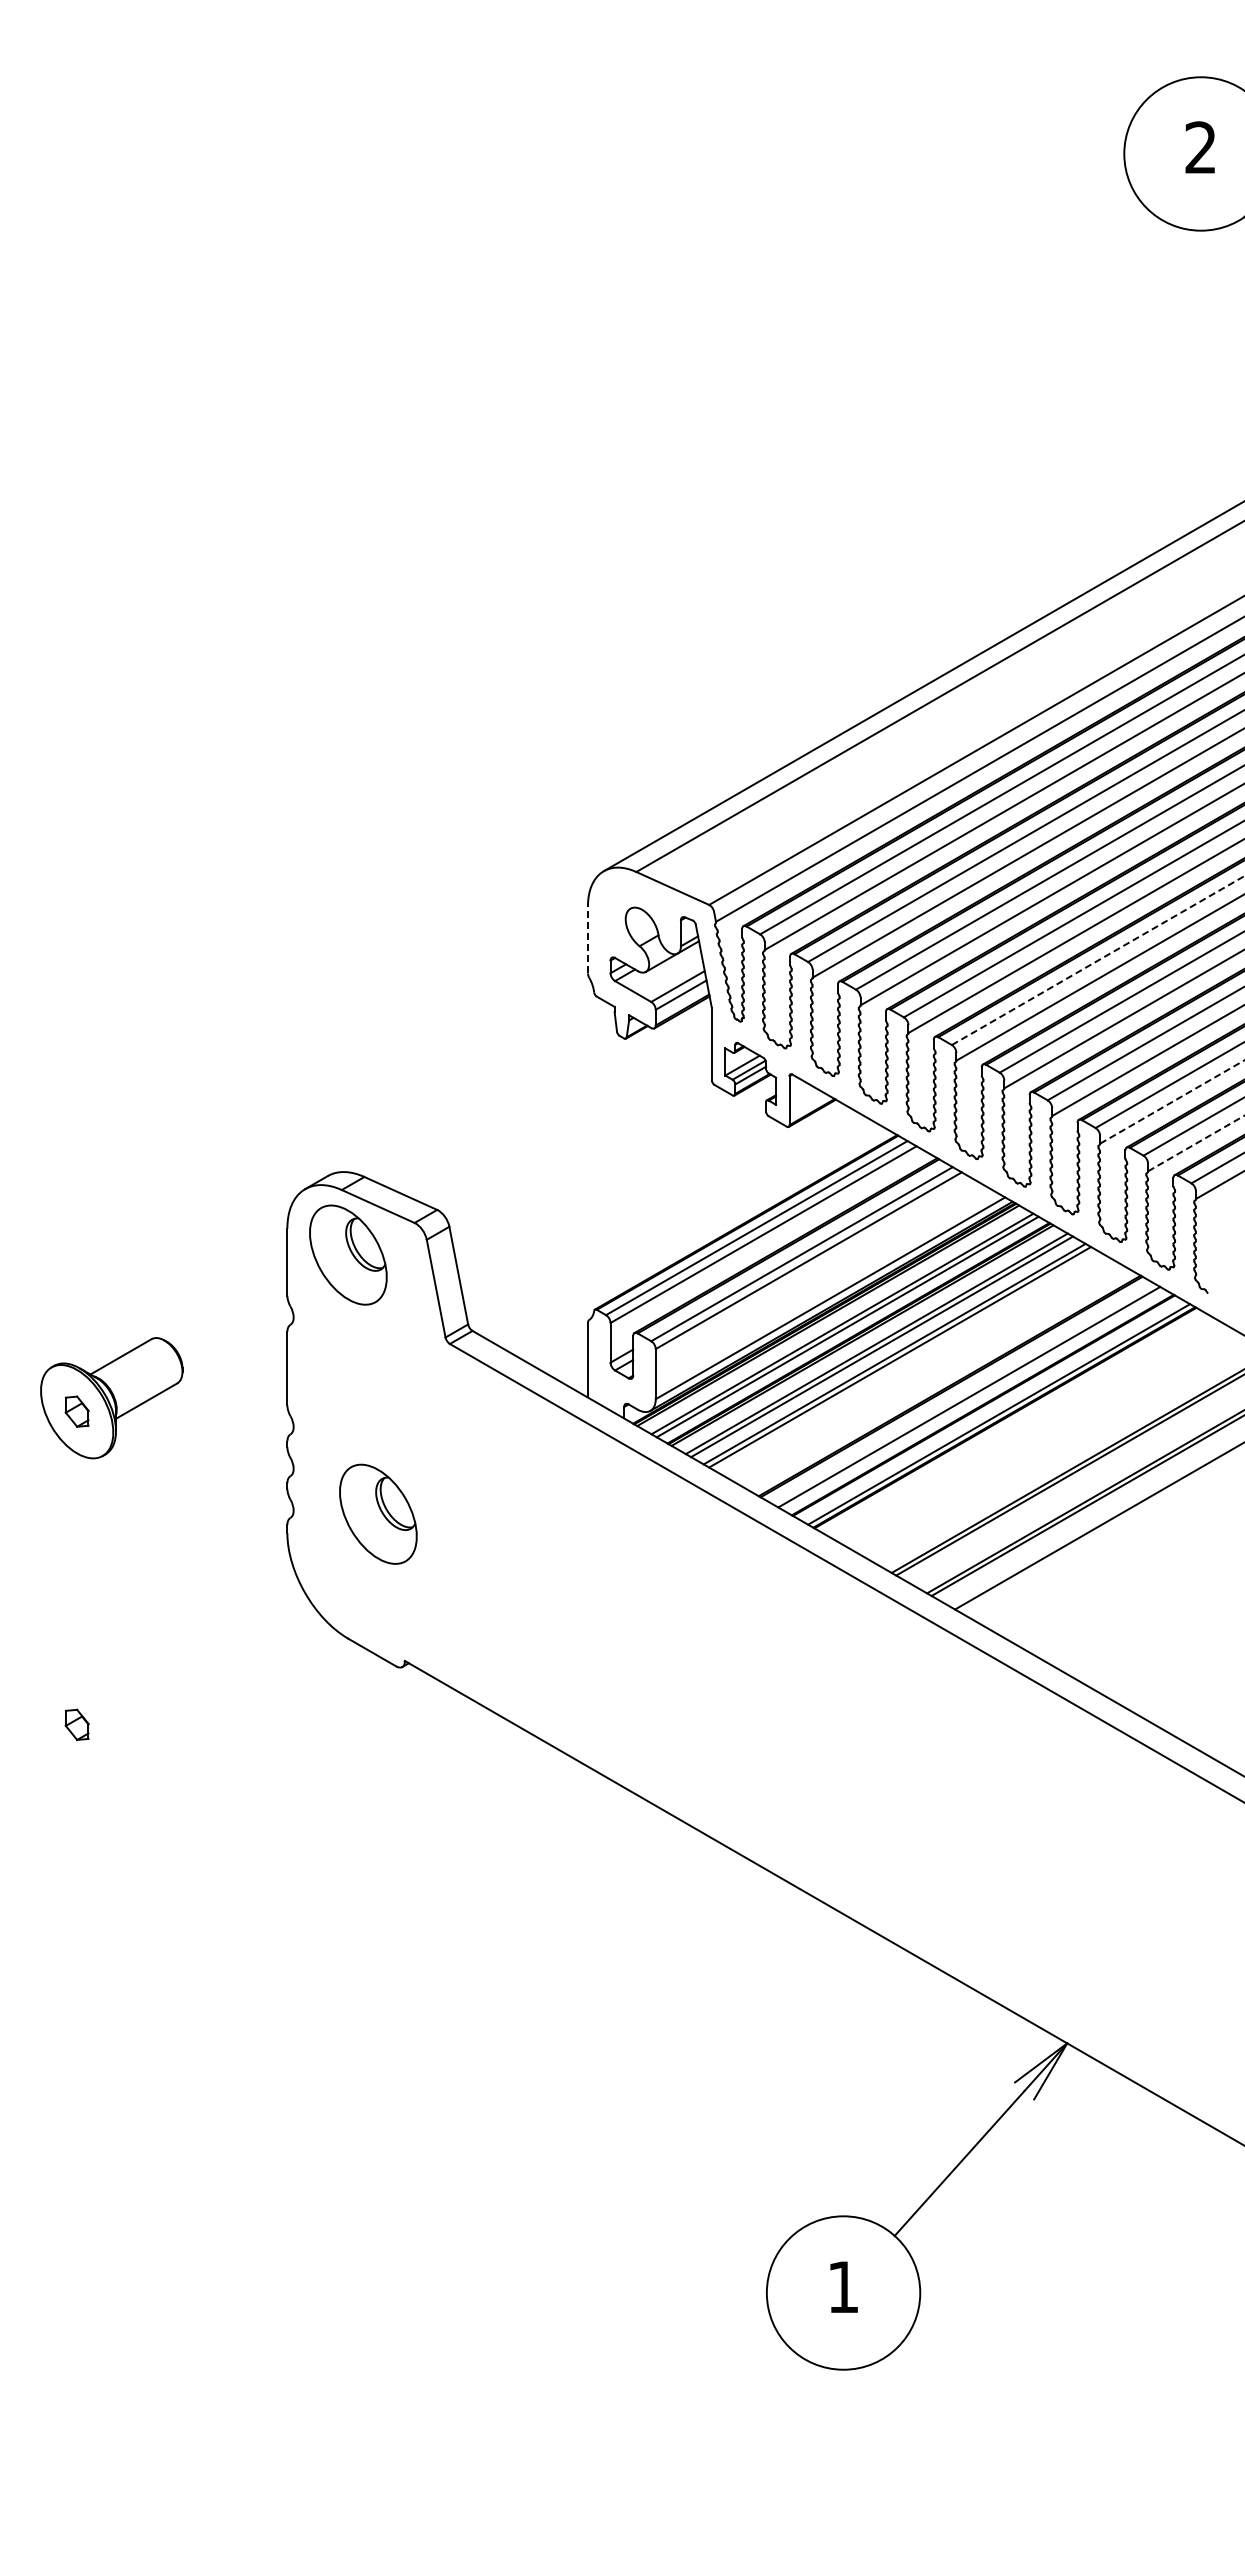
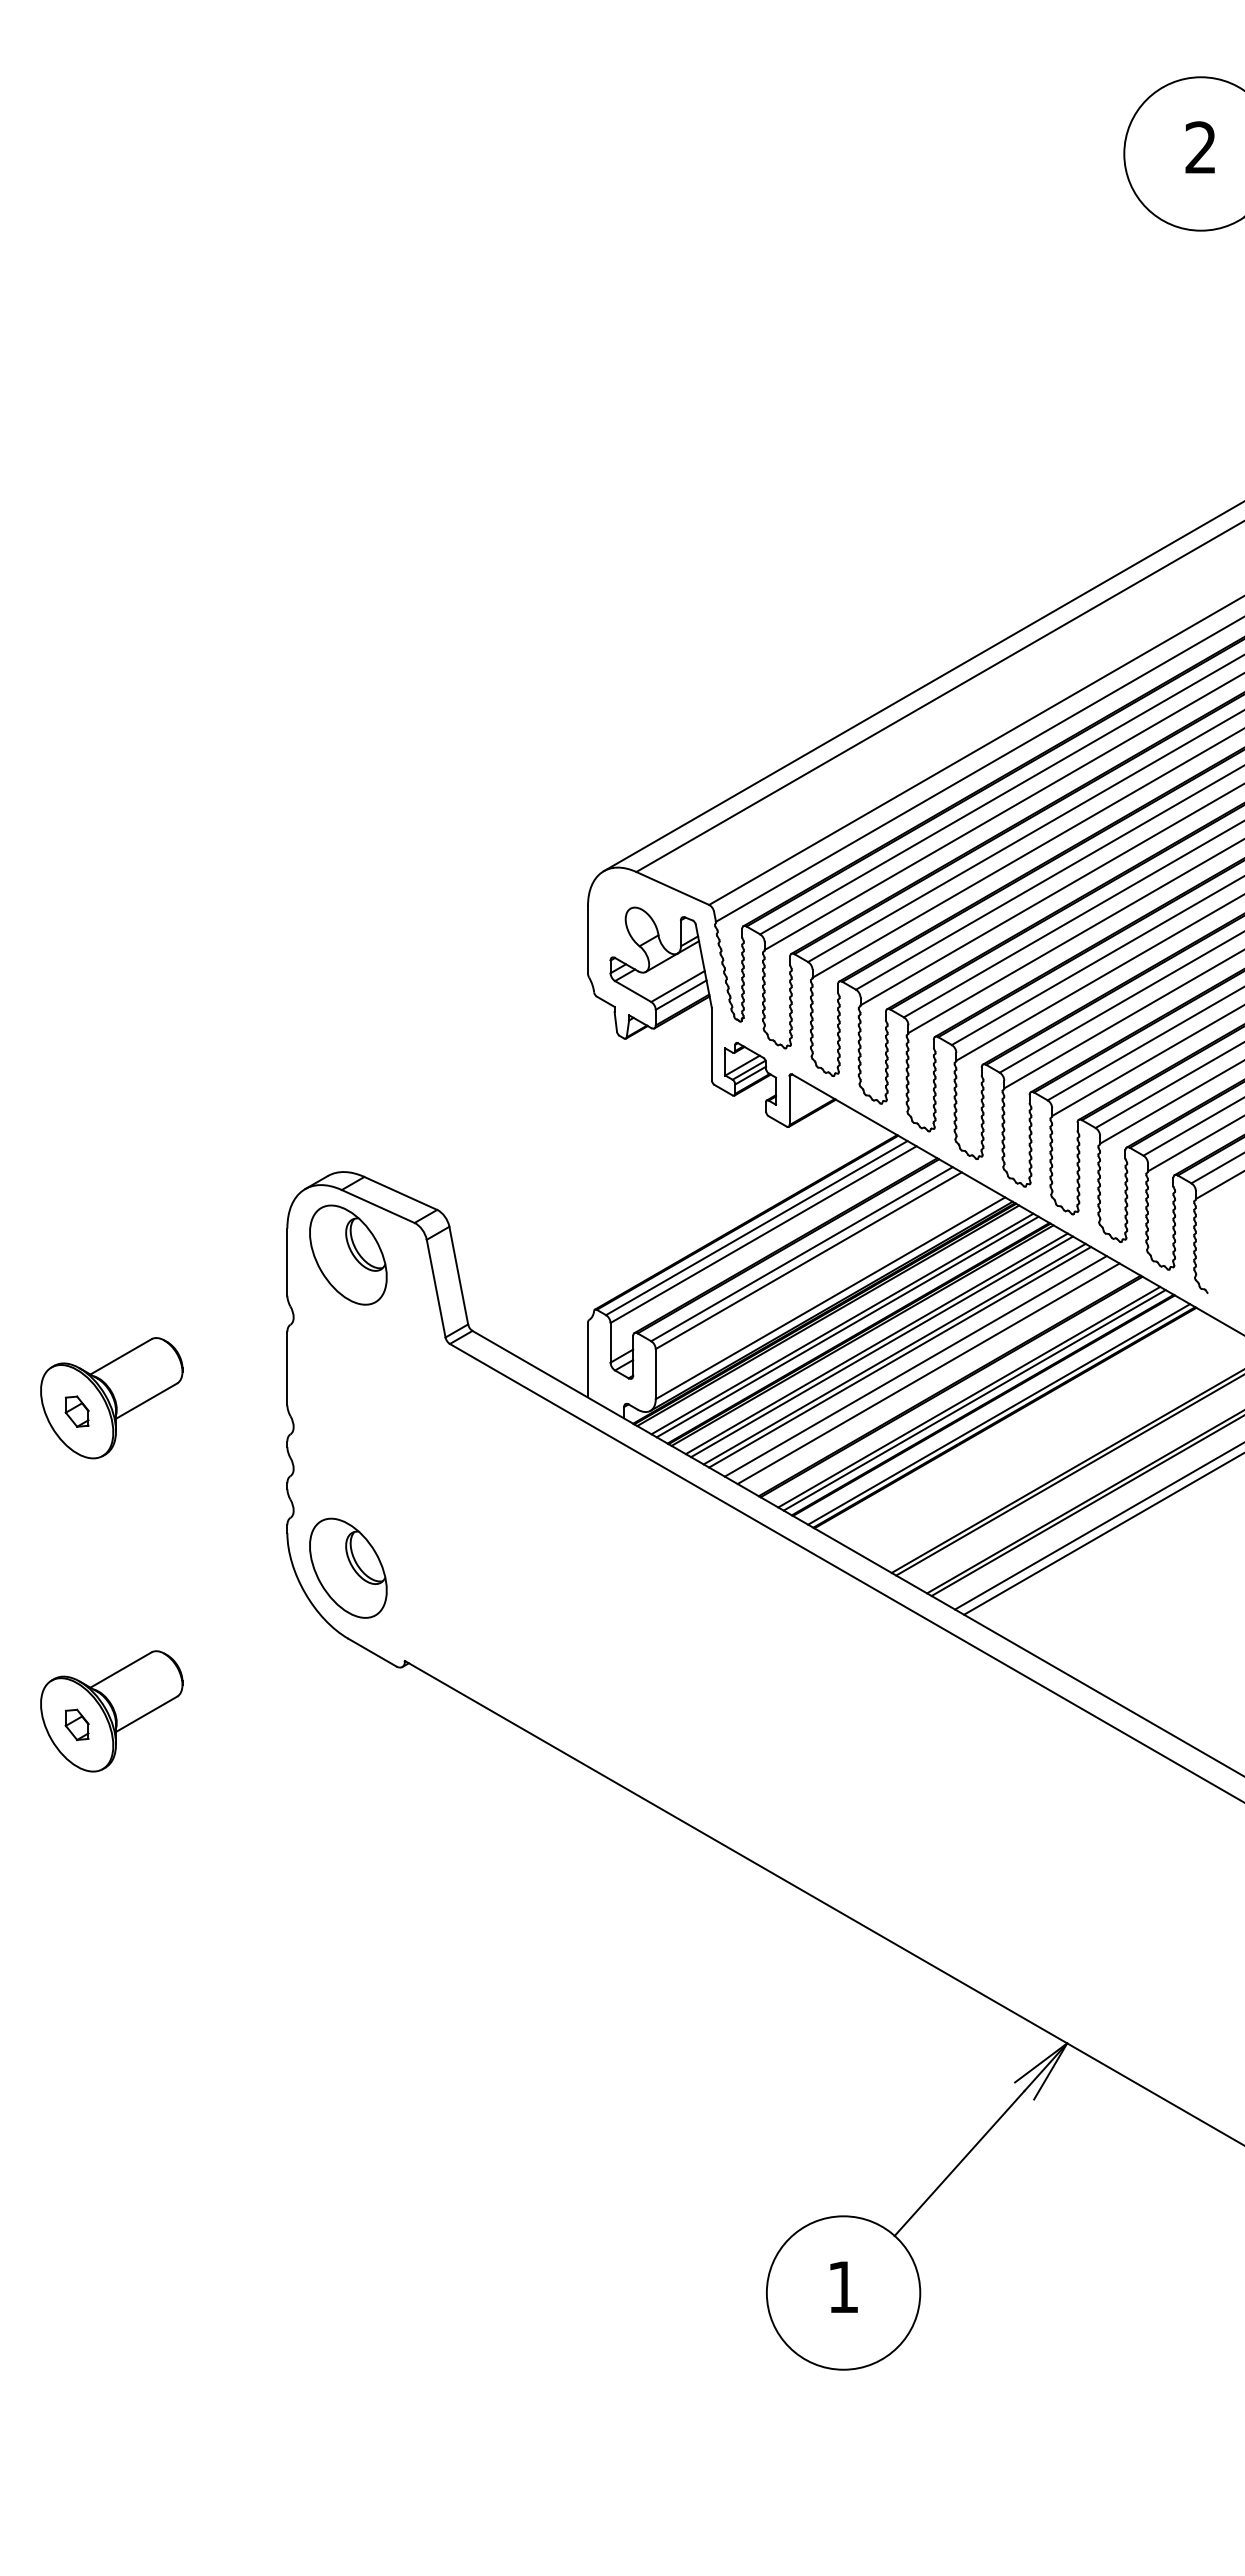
line at (587, 939): dashed -> solid
line at (1098, 960): dashed -> solid
line at (1172, 1101): dashed -> solid
line at (1196, 1143): dashed -> solid
line at (915, 1366): none -> present
line at (928, 1373): none -> present
line at (974, 1400): none -> present
part at (378, 1513) position: (378, 1513) -> (348, 1567)
line at (1102, 1534): none -> present
part at (111, 1711): none -> present
